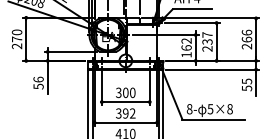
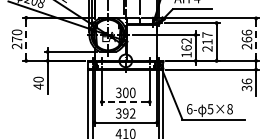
line at (26, 39): solid -> dashed
line at (256, 40): solid -> dashed
text at (207, 41): 237 -> 217
text at (38, 82): 56 -> 40
text at (246, 84): 55 -> 36
line at (125, 102): solid -> dashed
text at (189, 109): 8- -> 6-
